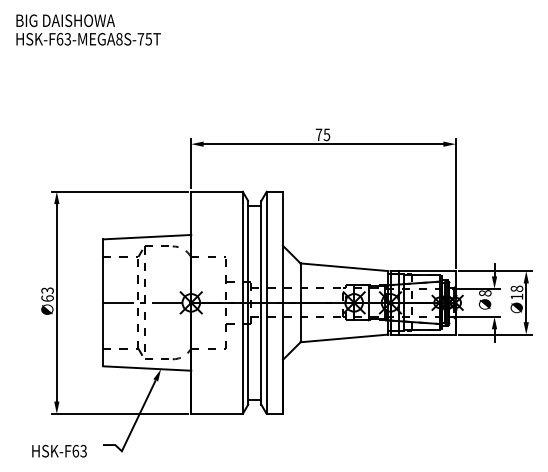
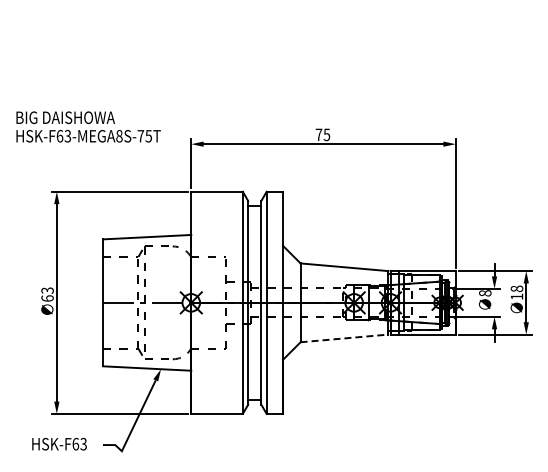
text at (88, 29) position: (88, 29) -> (88, 126)
line at (344, 338): solid -> dashed
text at (59, 450) position: (59, 450) -> (59, 443)
